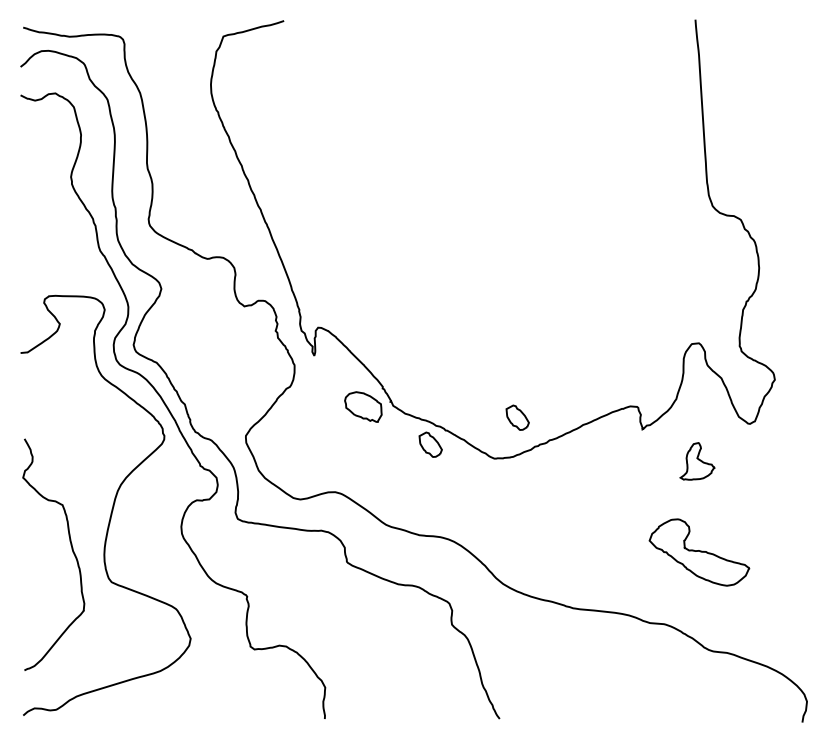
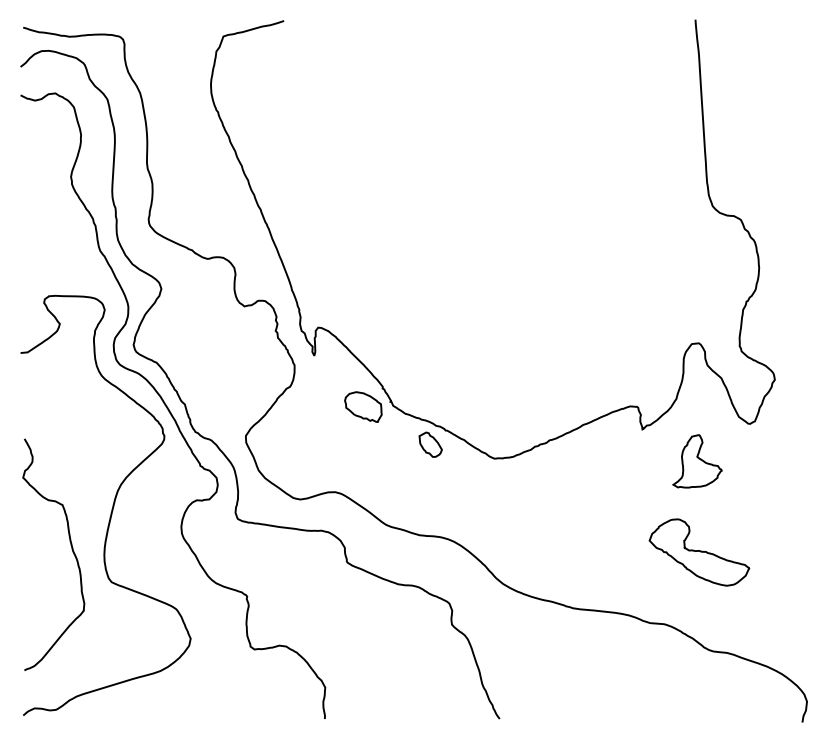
part at (517, 417): present -> none
part at (697, 461) size: 37x39 px -> 51x55 px
